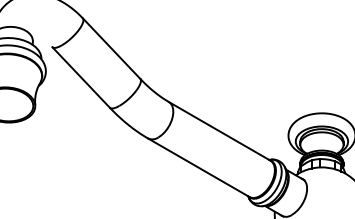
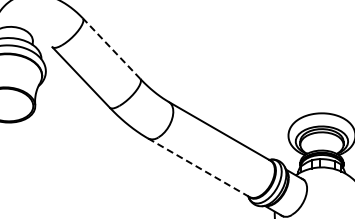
line at (111, 48): solid -> dashed
line at (198, 167): solid -> dashed
